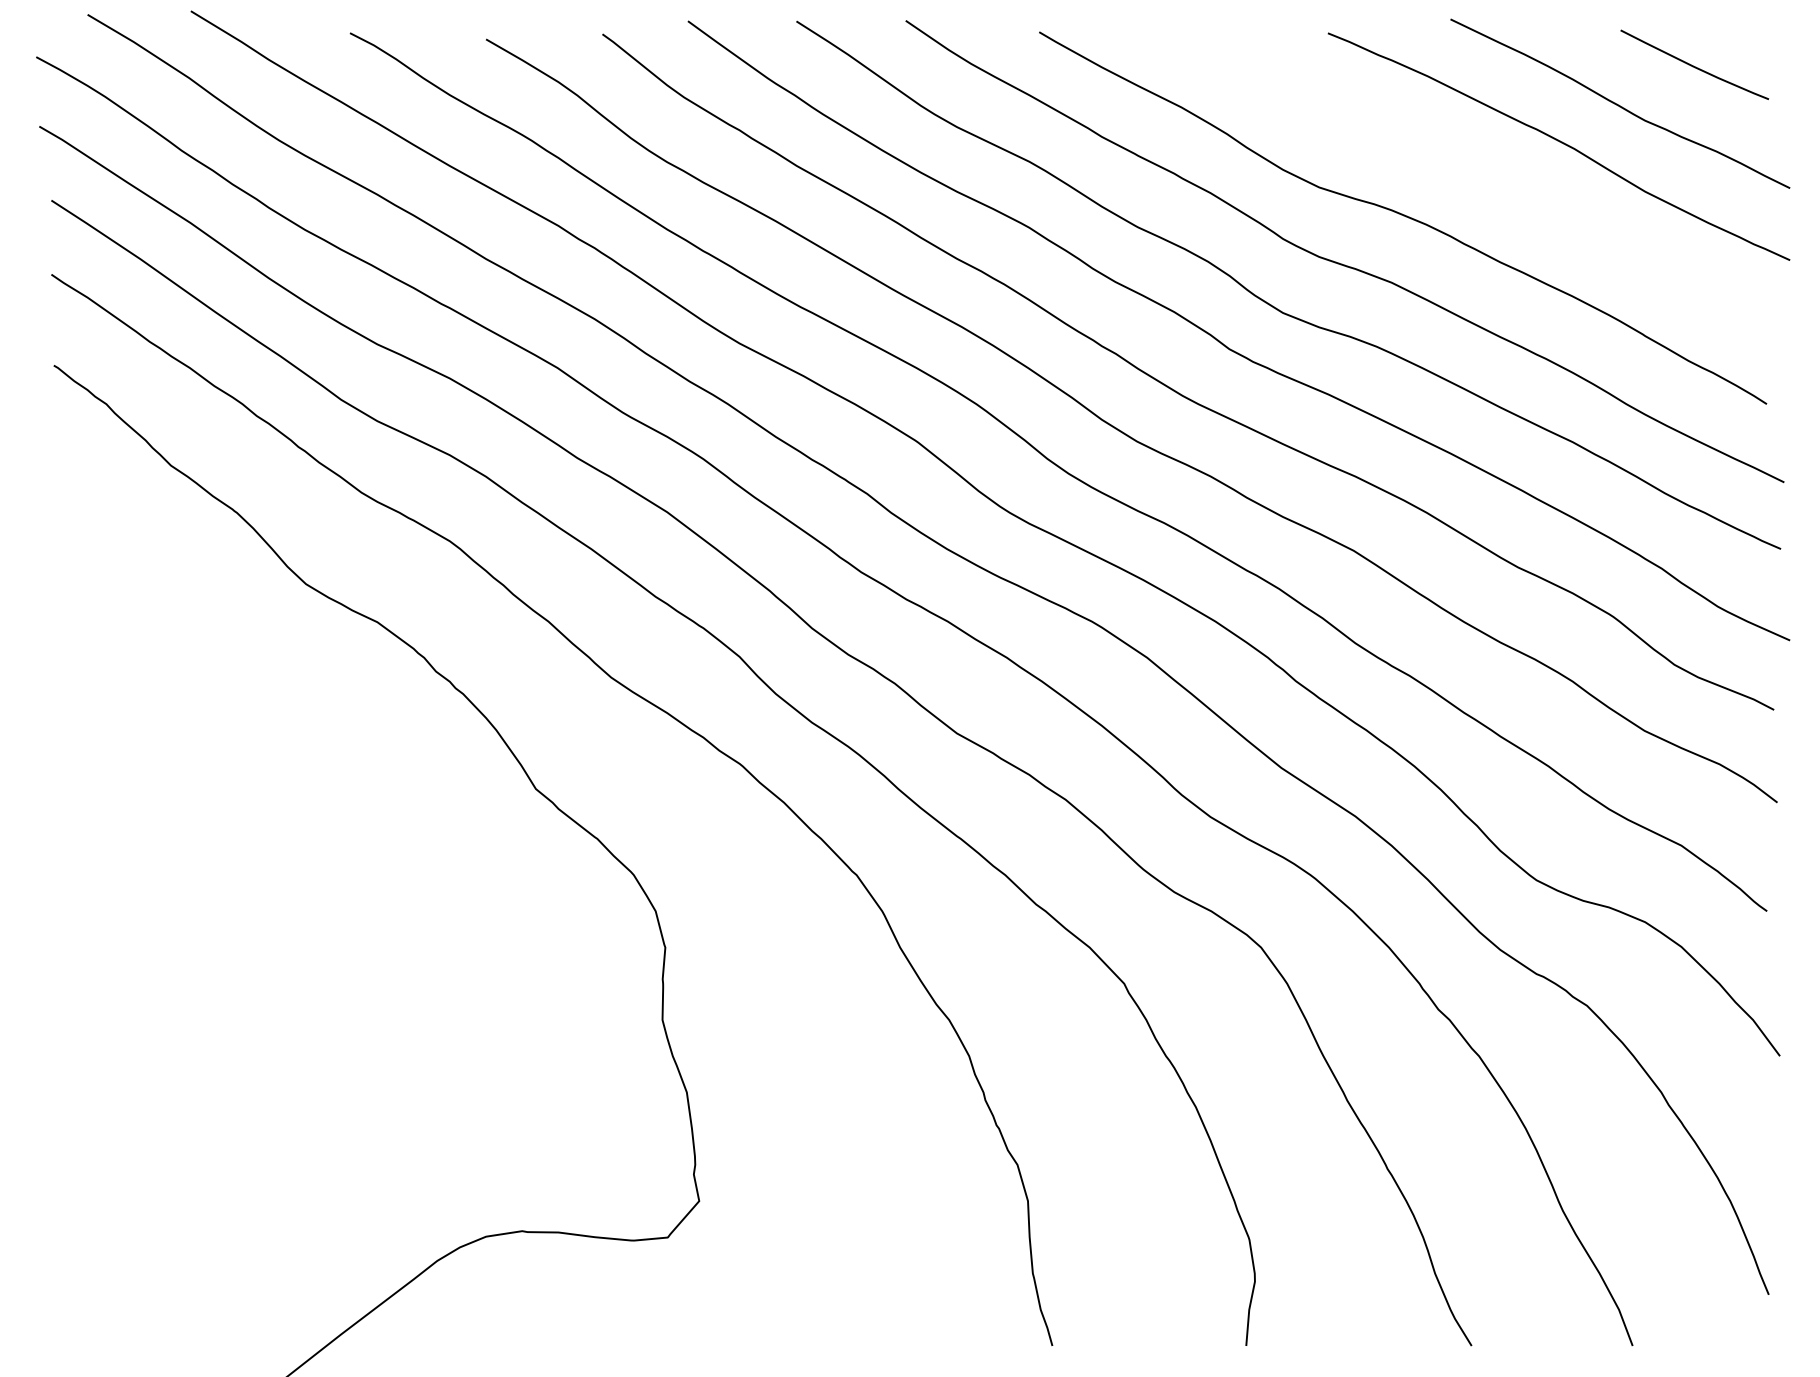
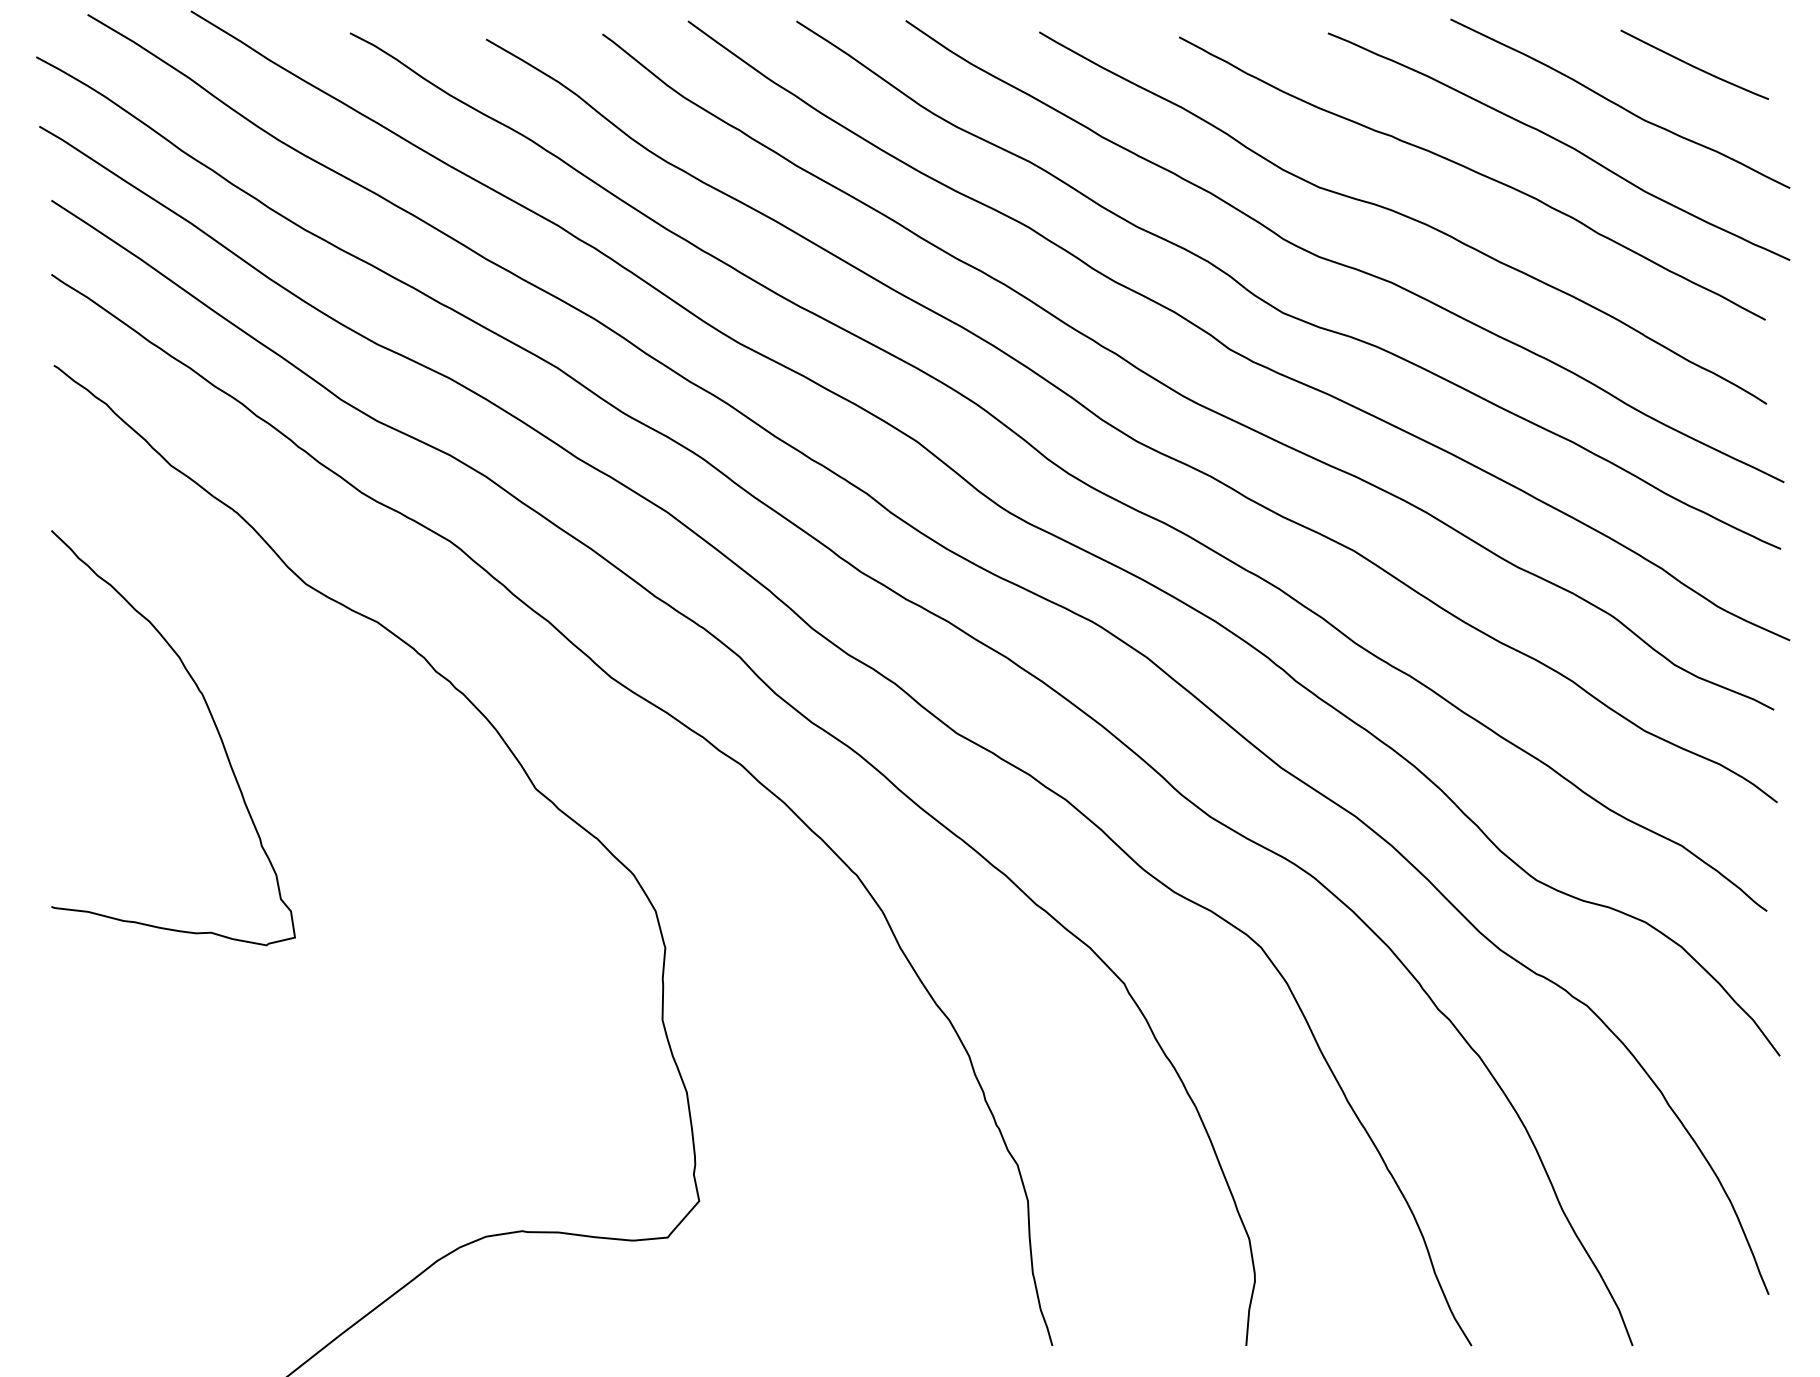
curve at (1474, 172): none -> present
curve at (213, 723): none -> present
